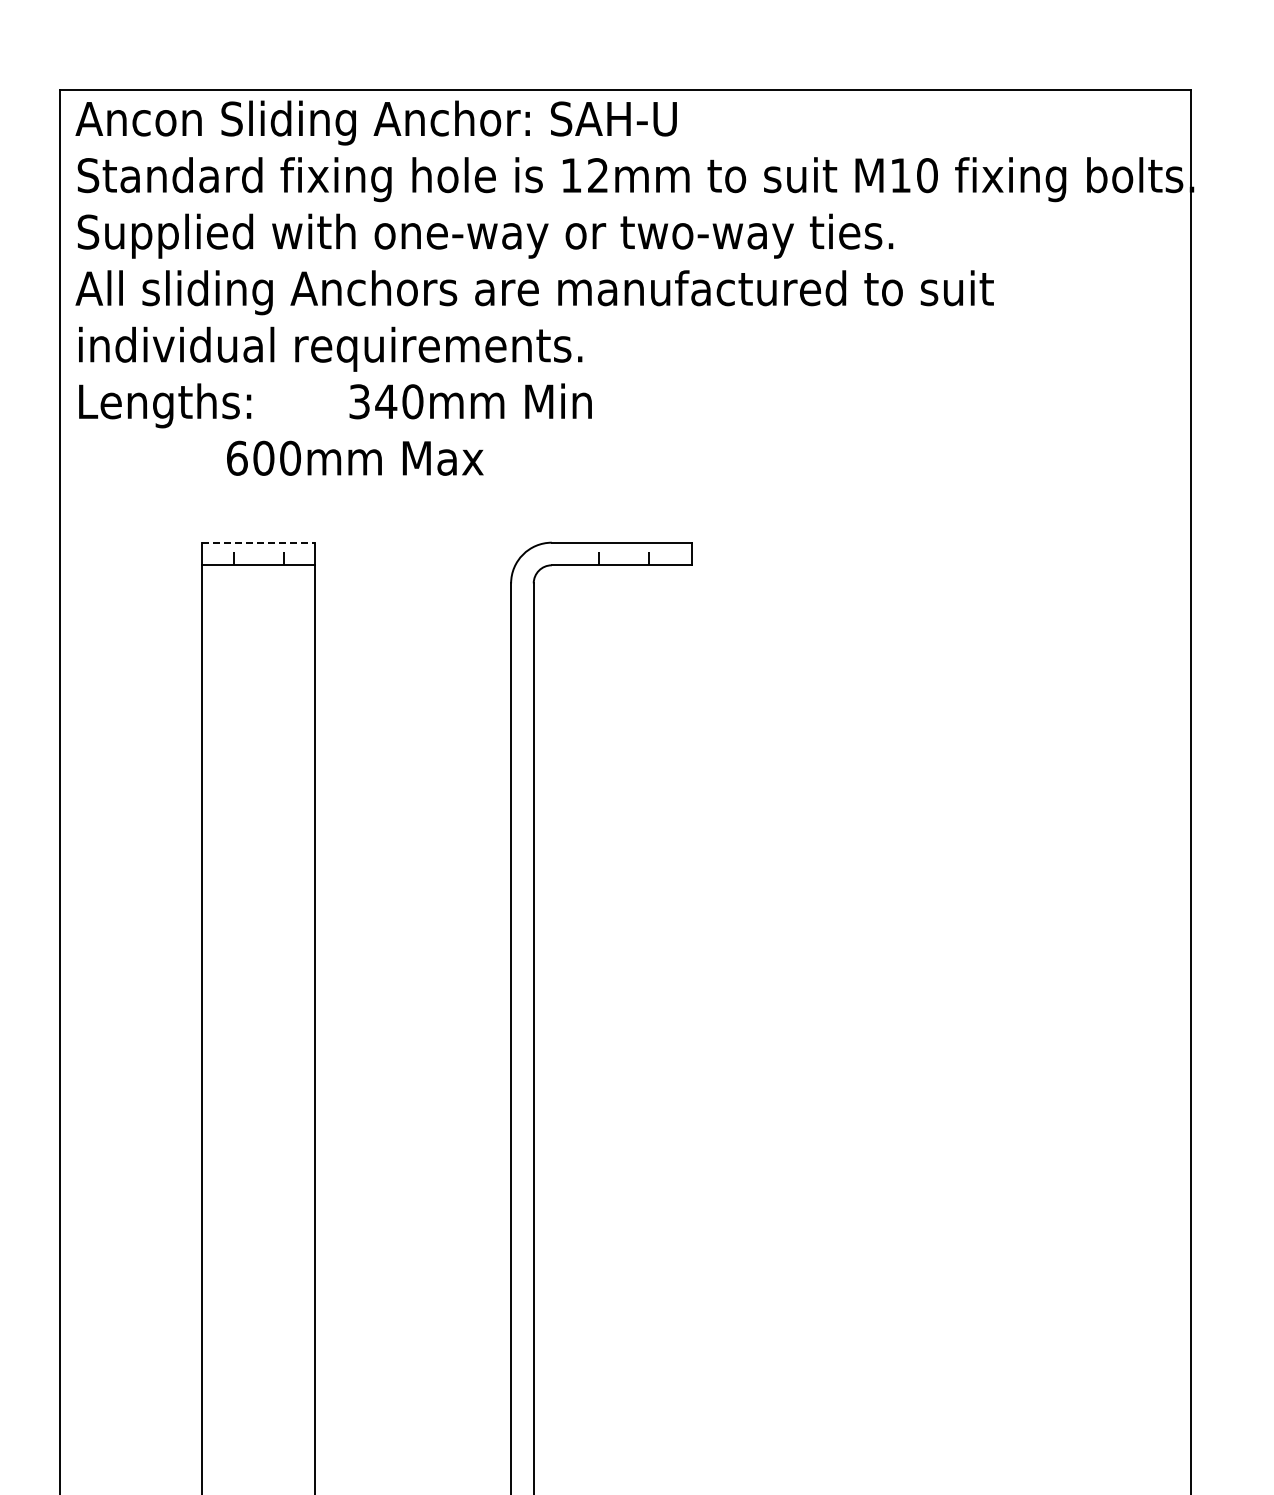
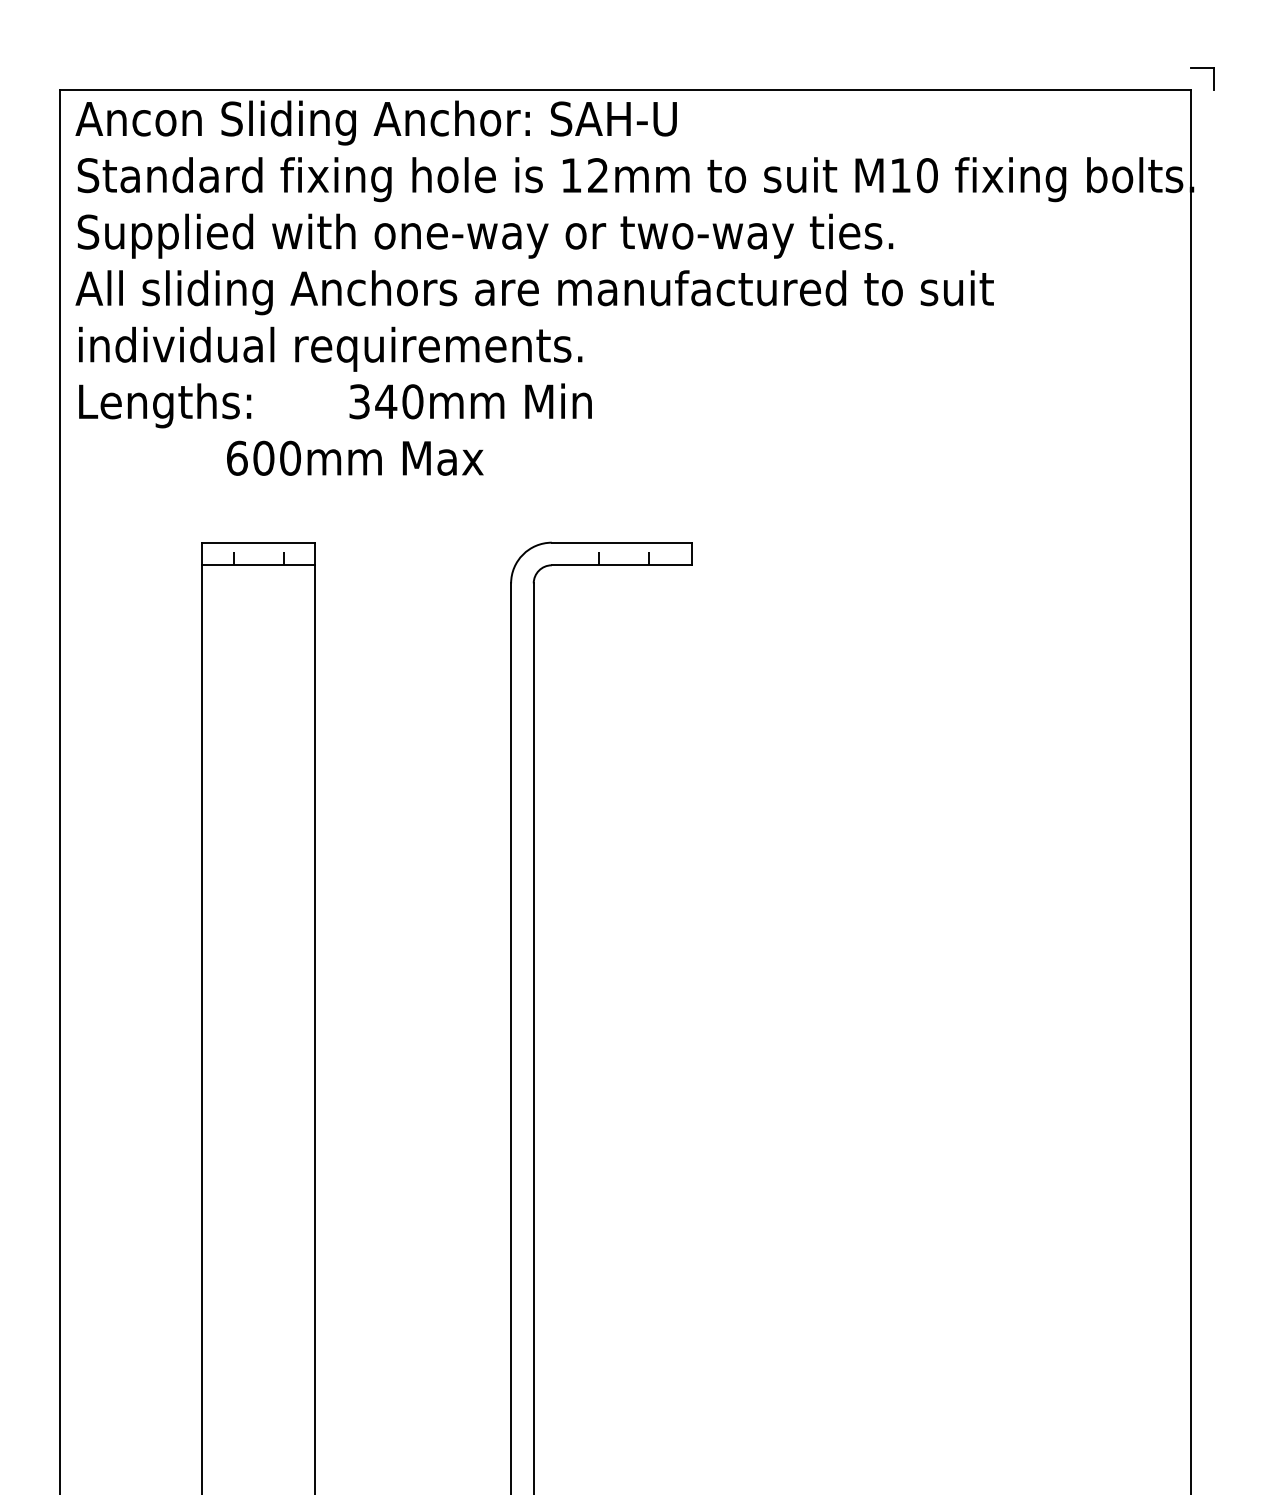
part at (1202, 68): none -> present
line at (258, 542): dashed -> solid
